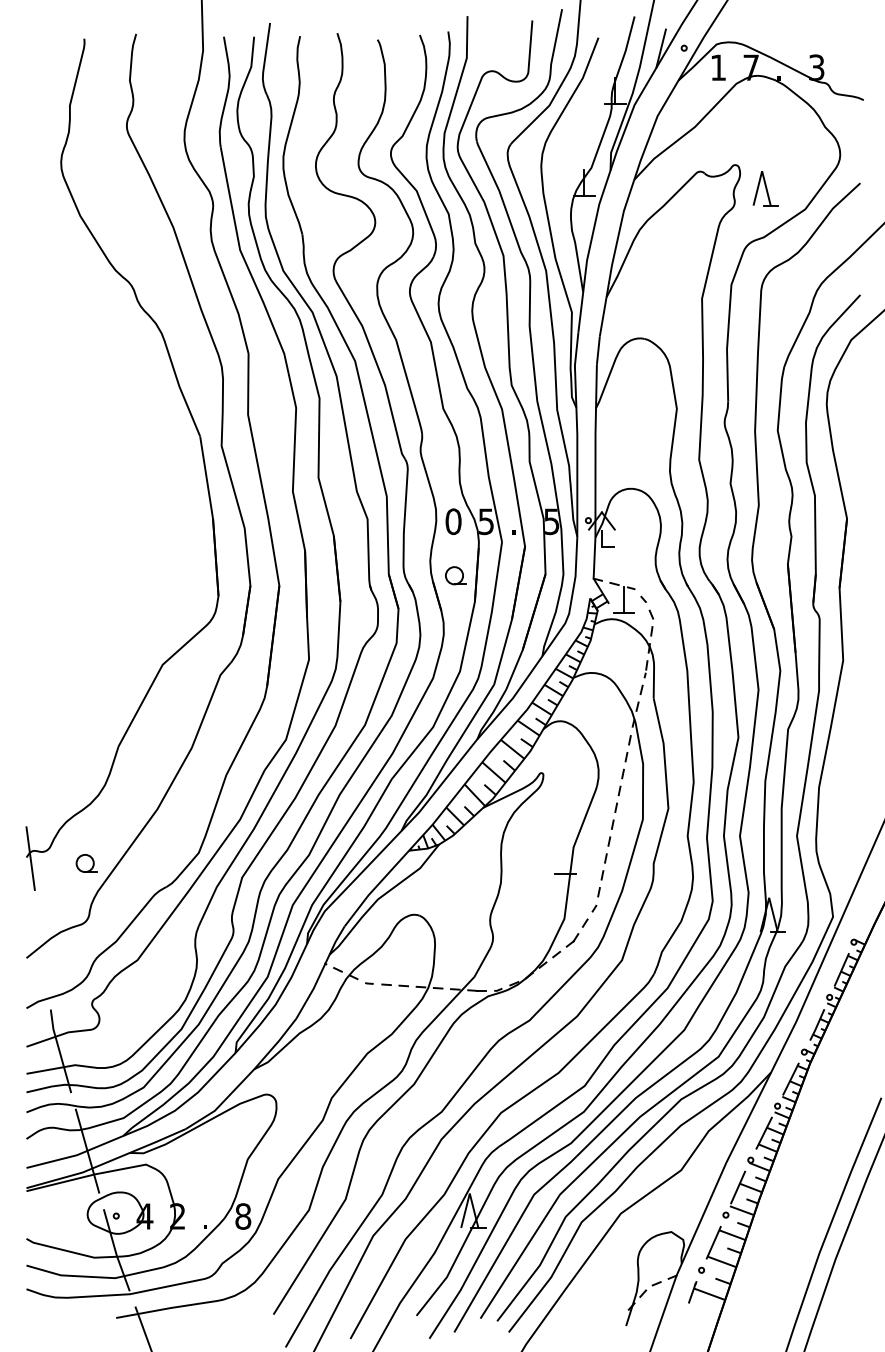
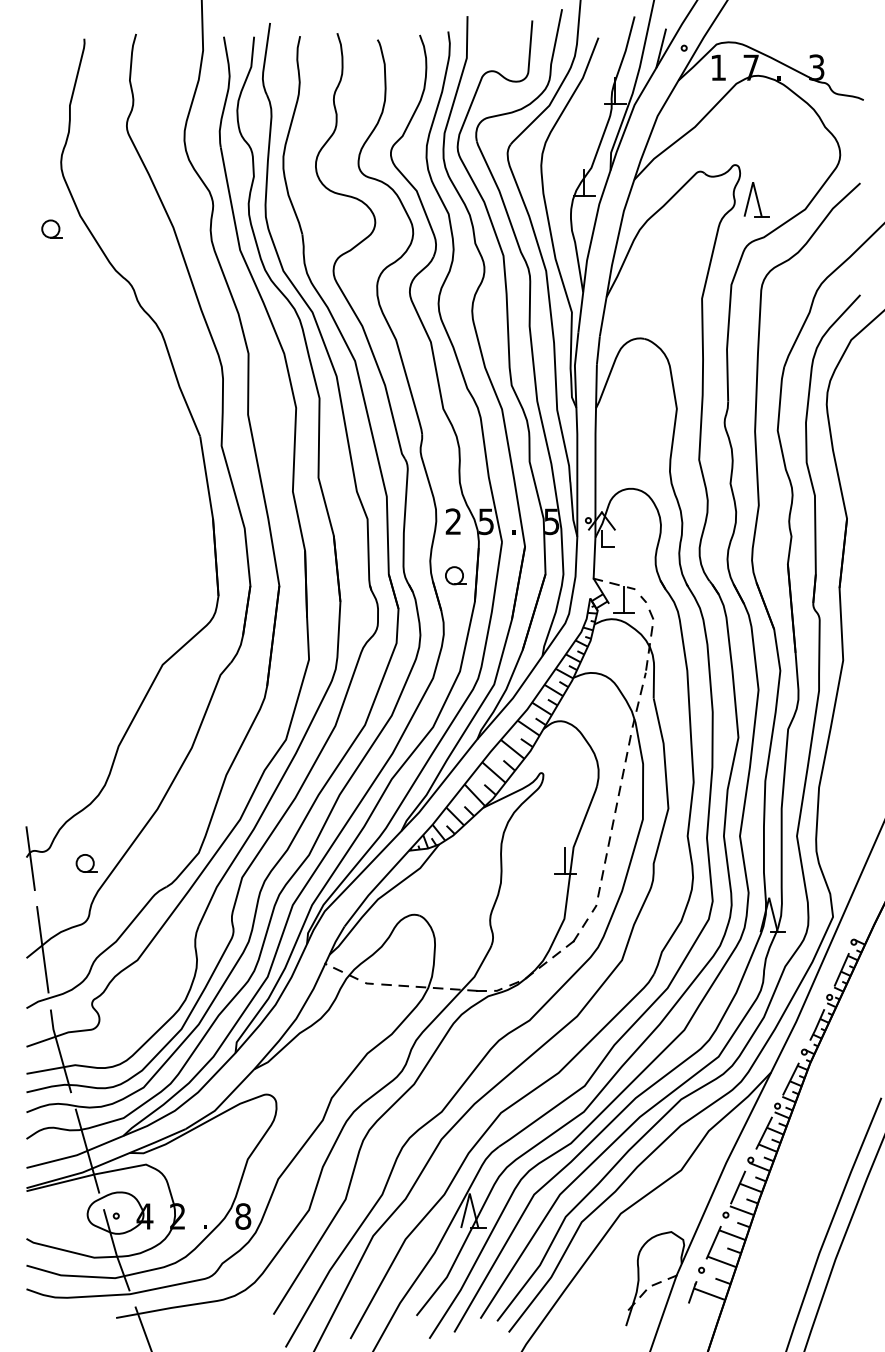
part at (765, 188) position: (765, 188) -> (756, 199)
part at (51, 228): none -> present
text at (453, 521): 0 -> 2
line at (565, 860): none -> present
line at (42, 949): none -> present
